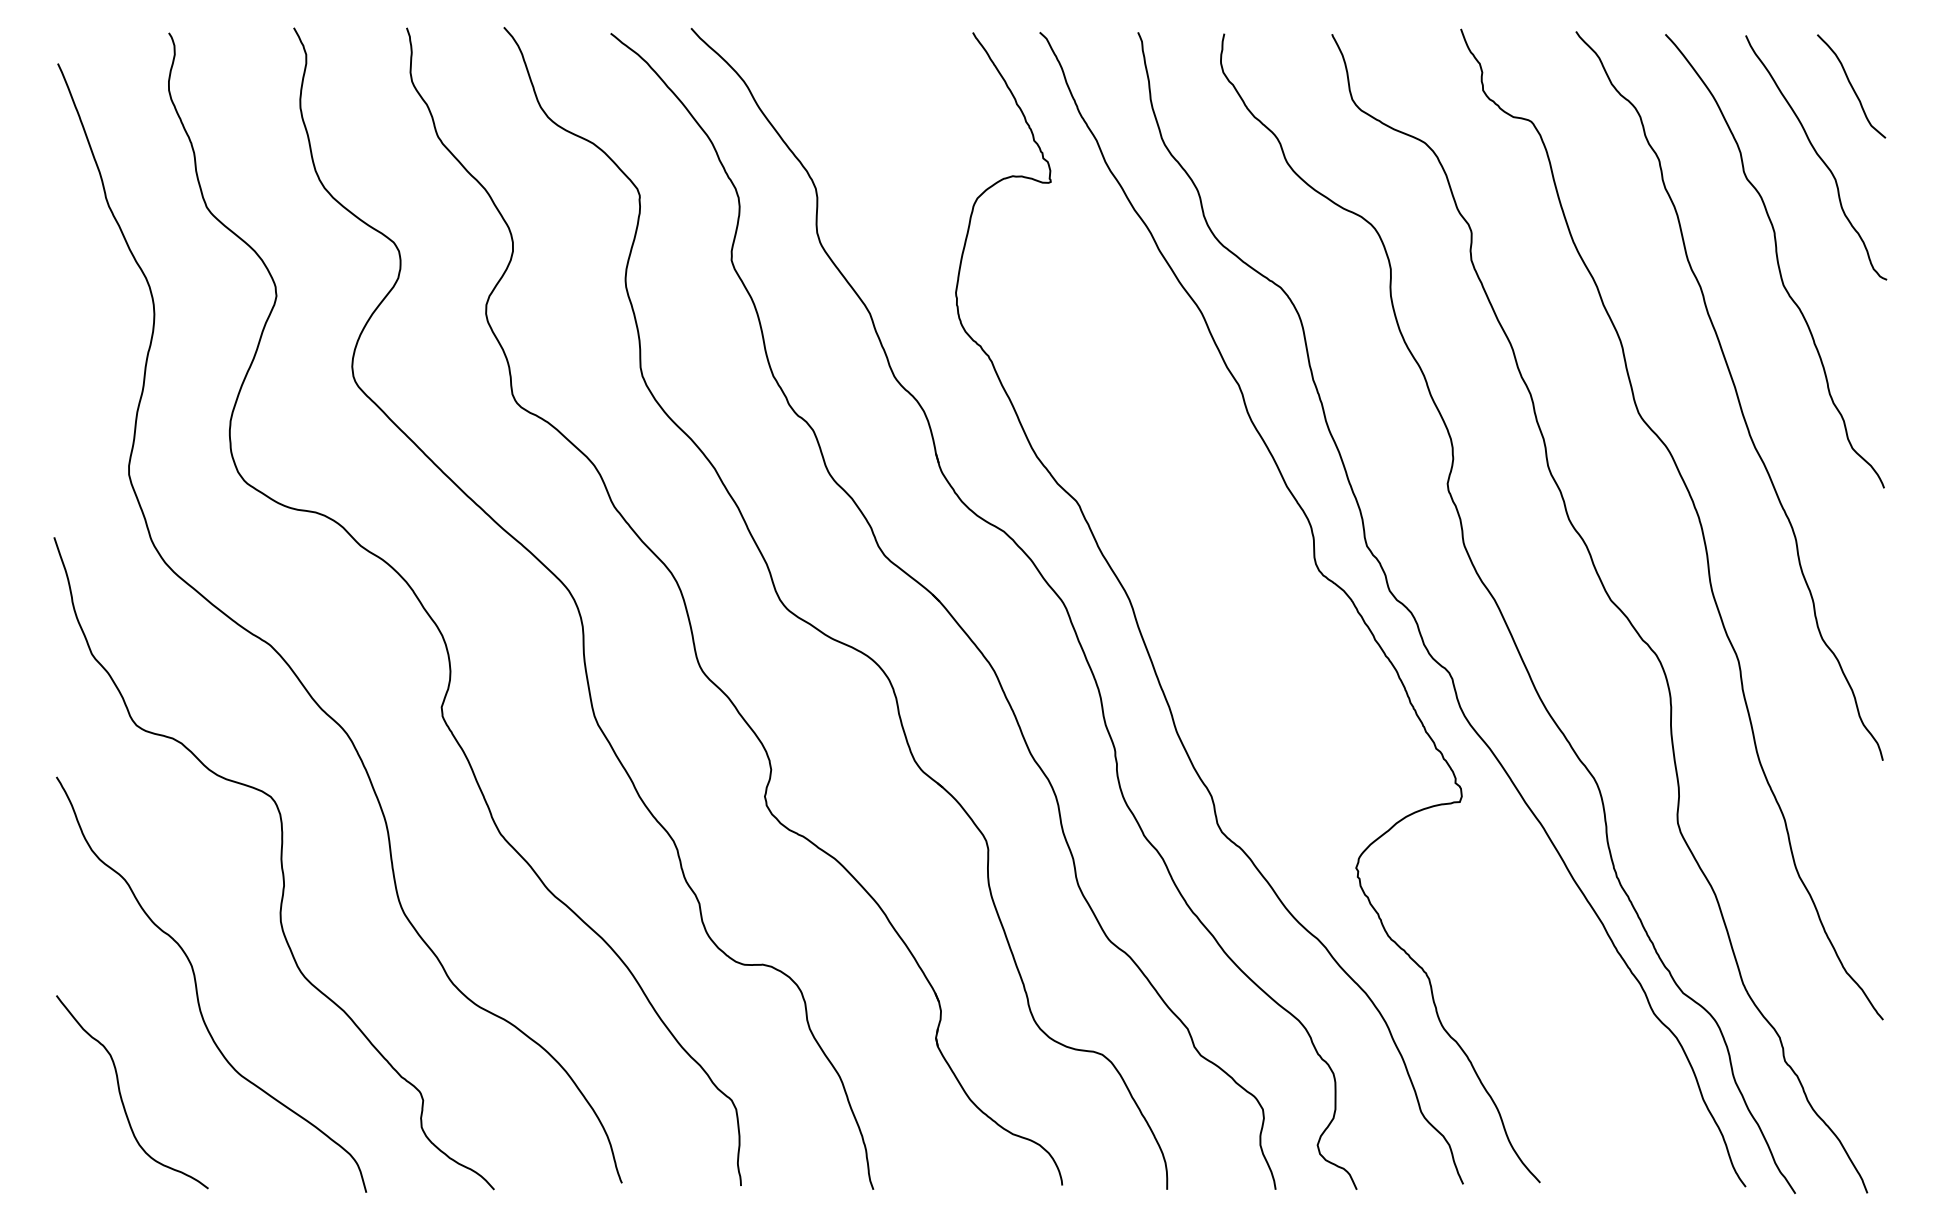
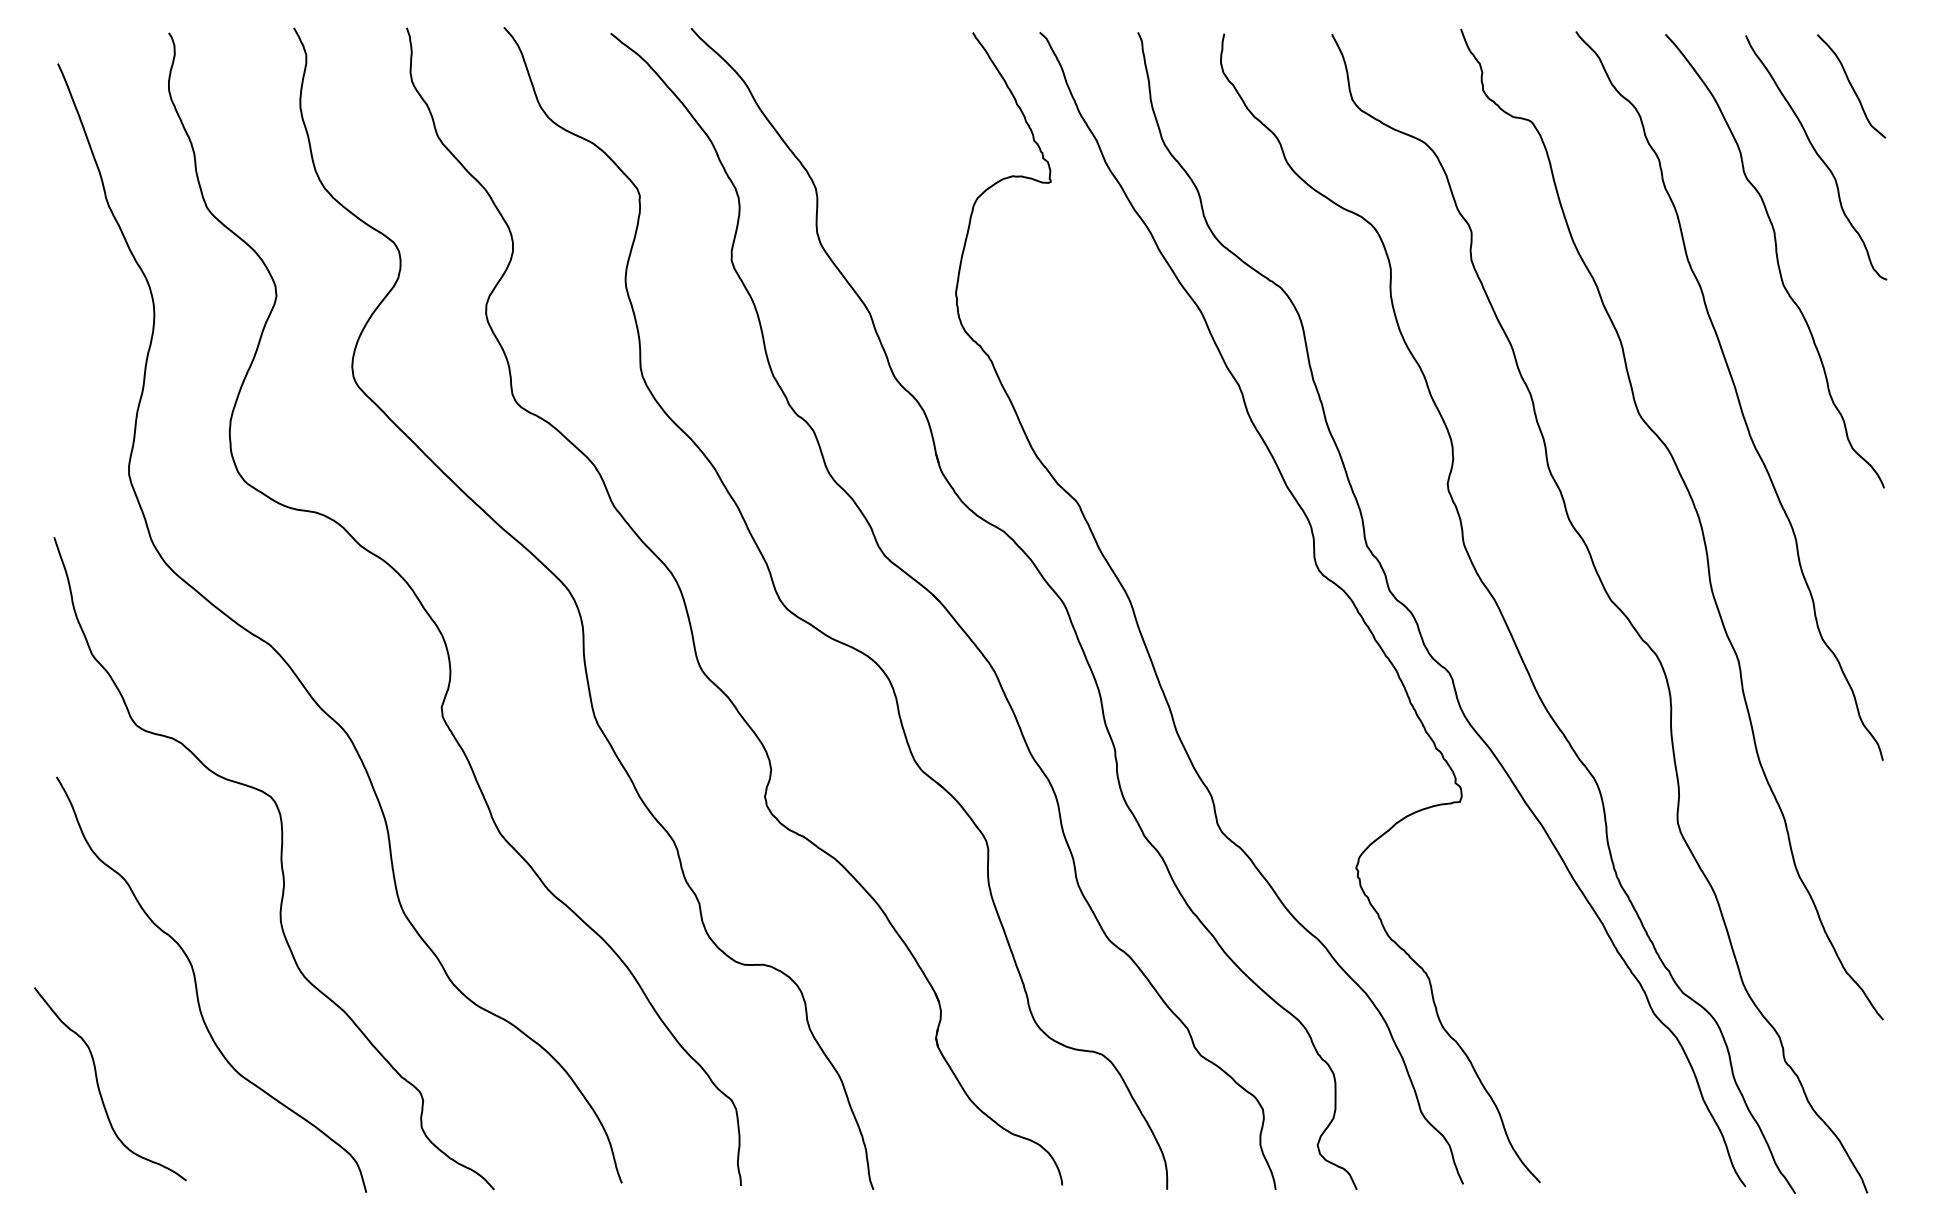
curve at (121, 1094) position: (121, 1094) -> (99, 1086)
